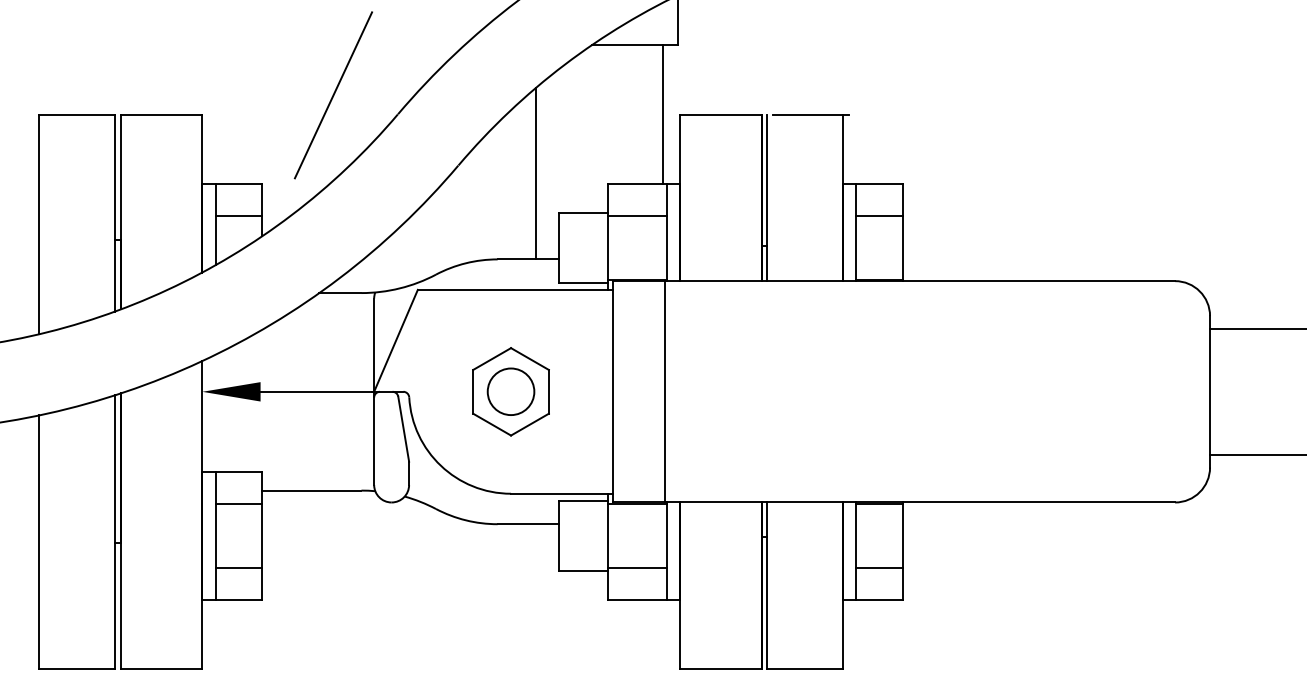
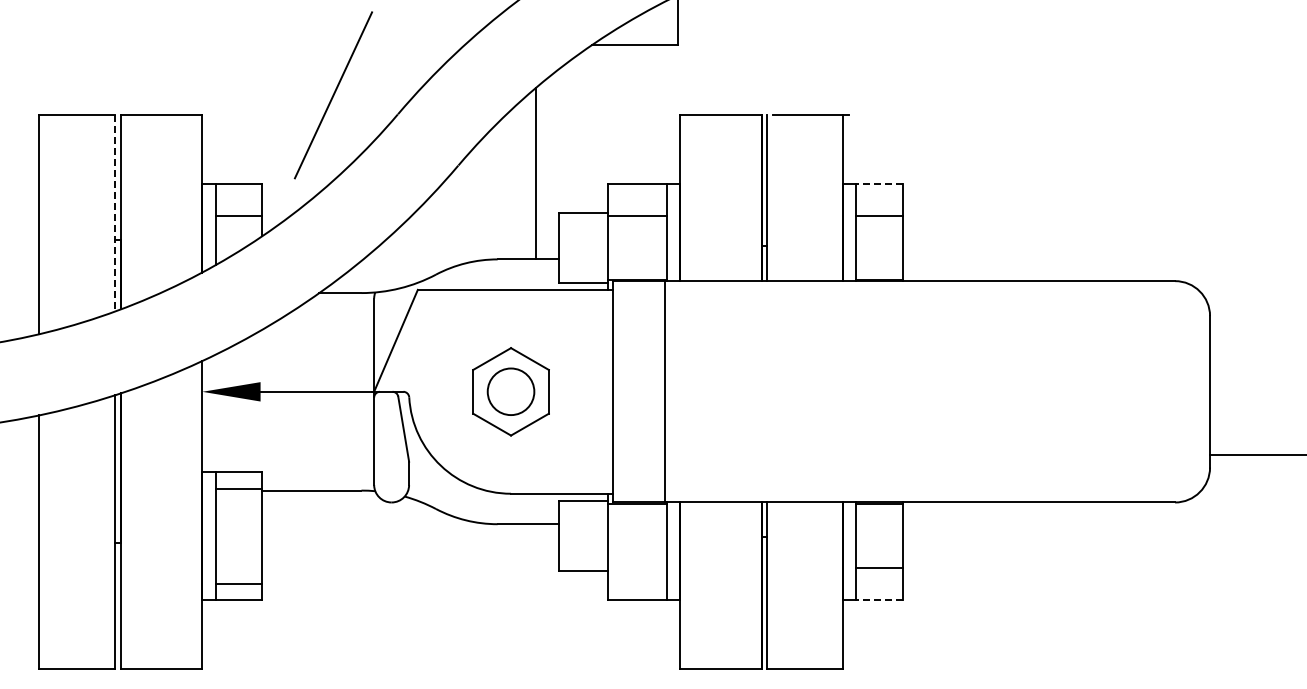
line at (662, 114): present -> none
line at (879, 183): solid -> dashed
line at (114, 213): solid -> dashed
line at (1256, 328): present -> none
line at (238, 504) position: (238, 504) -> (238, 489)
line at (238, 567) position: (238, 567) -> (238, 583)
line at (637, 567): present -> none
line at (879, 599): solid -> dashed
